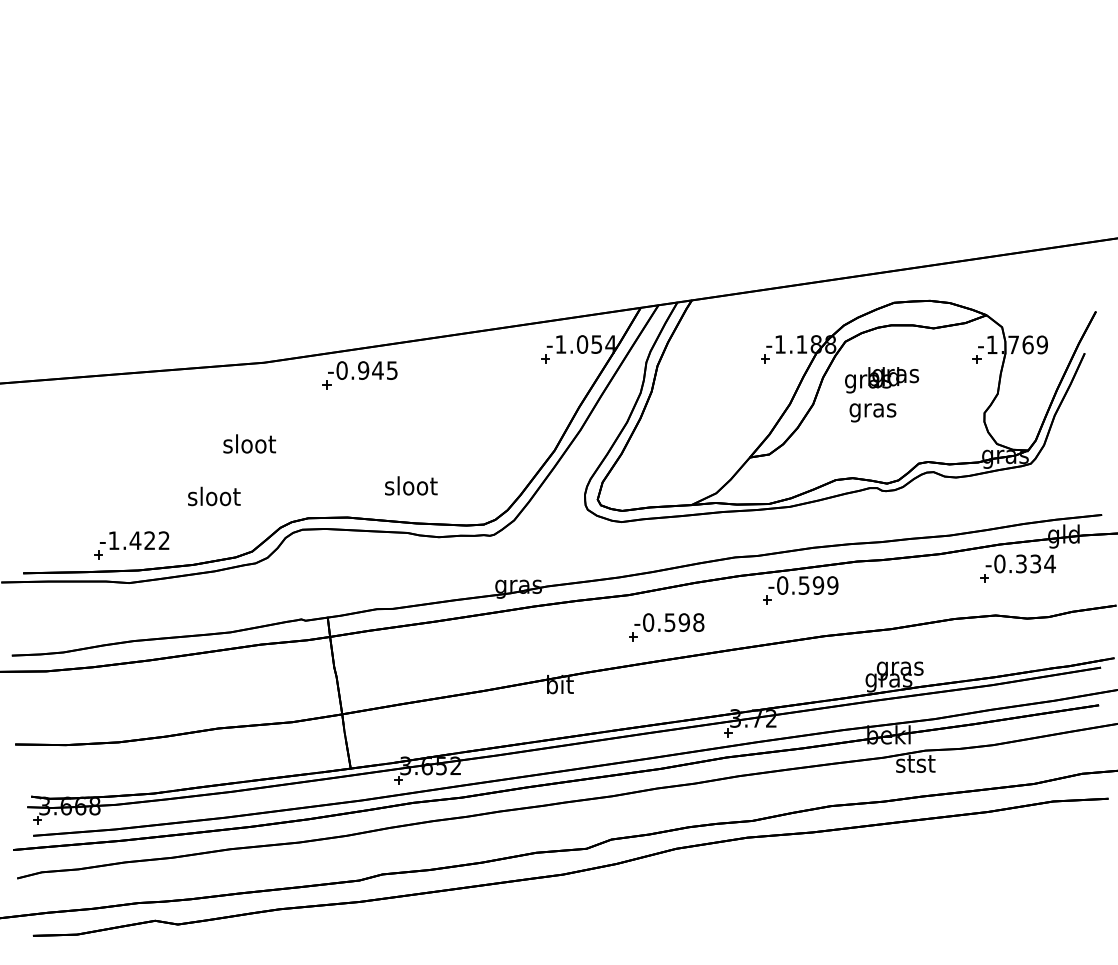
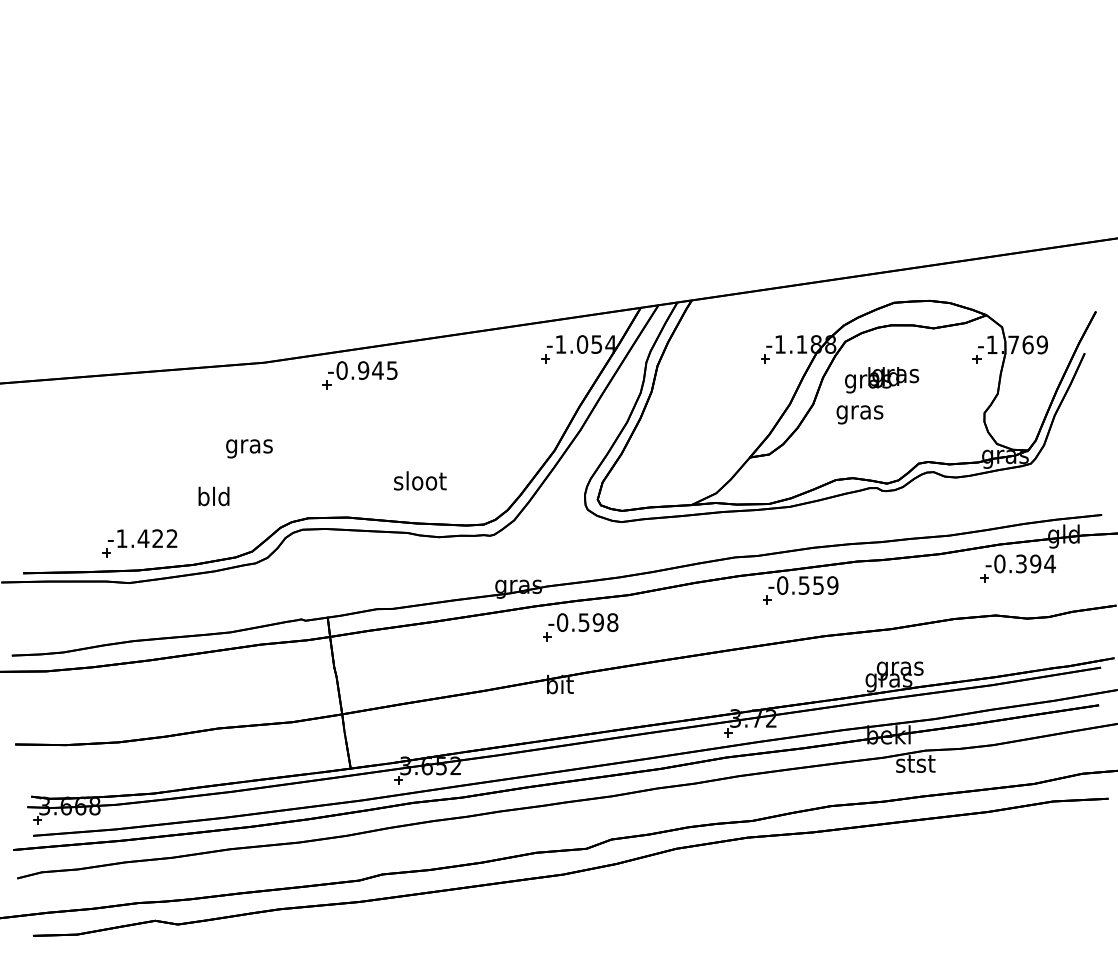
text at (872, 412) position: (872, 412) -> (859, 414)
text at (249, 446): sloot -> gras
text at (411, 485) position: (411, 485) -> (420, 480)
text at (214, 496): sloot -> bld
part at (131, 545) position: (131, 545) -> (139, 543)
text at (1035, 563): -0.334 -> -0.394
text at (818, 585): -0.599 -> -0.559
part at (666, 627) position: (666, 627) -> (580, 627)
